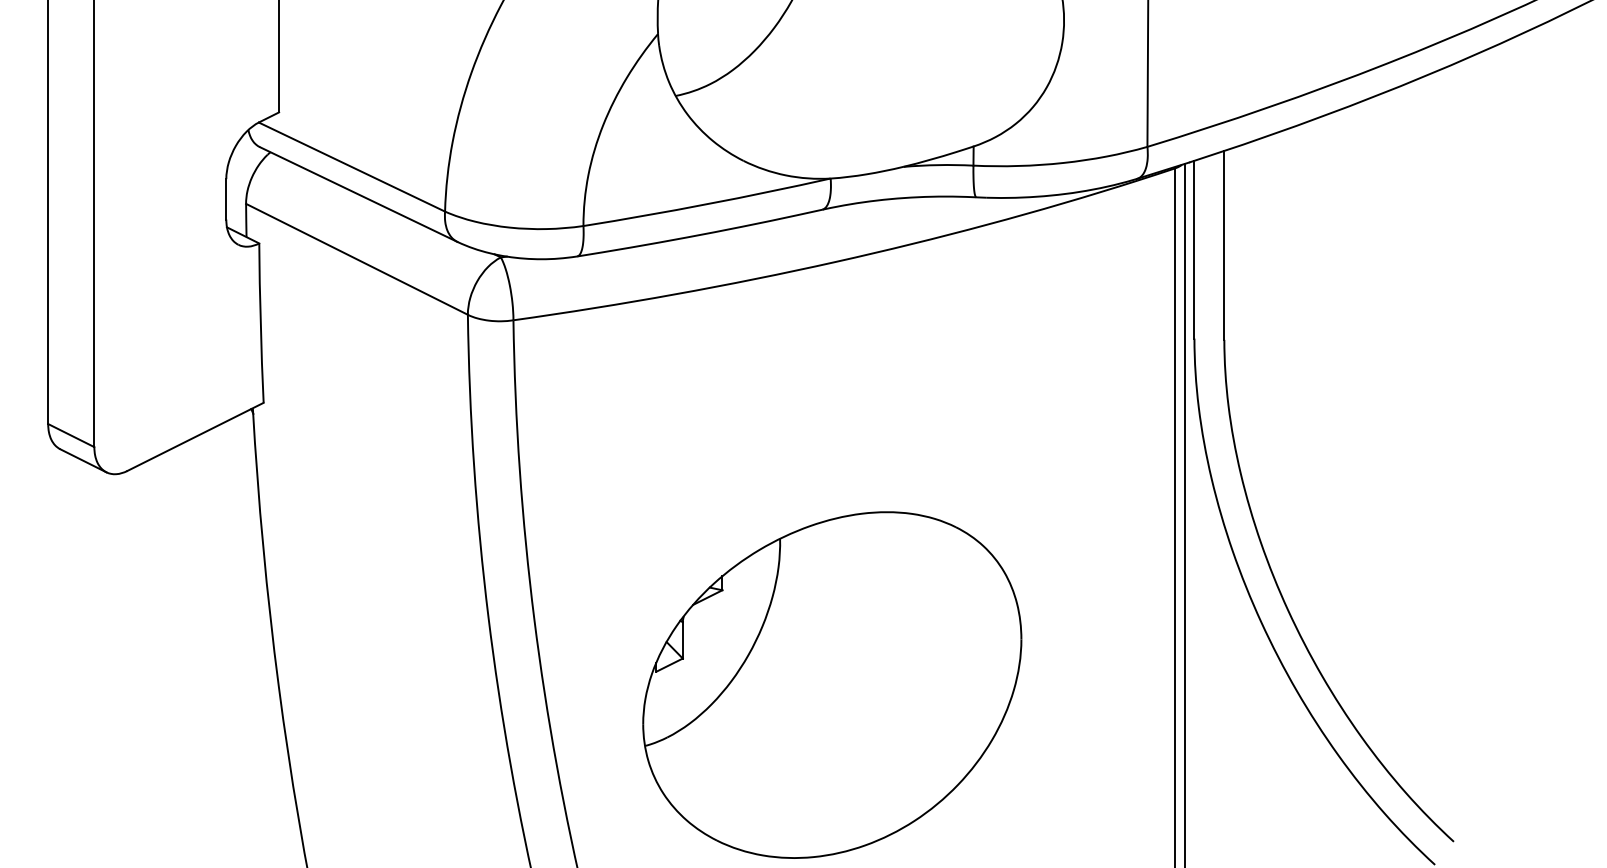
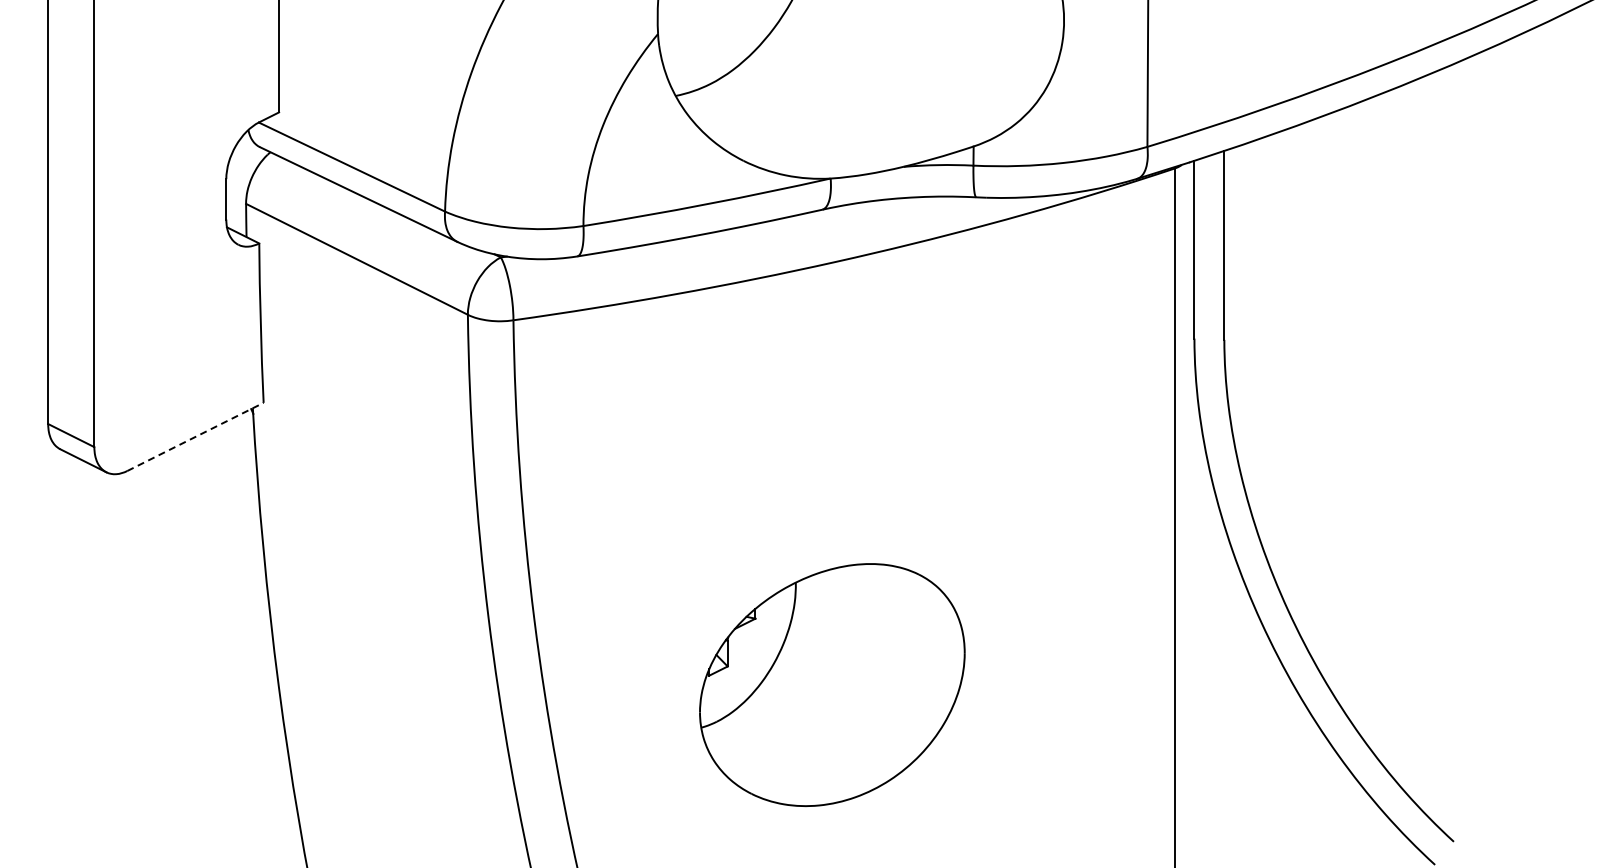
line at (195, 436): solid -> dashed
line at (1185, 513): present -> none
part at (832, 684) size: 381x348 px -> 267x244 px
